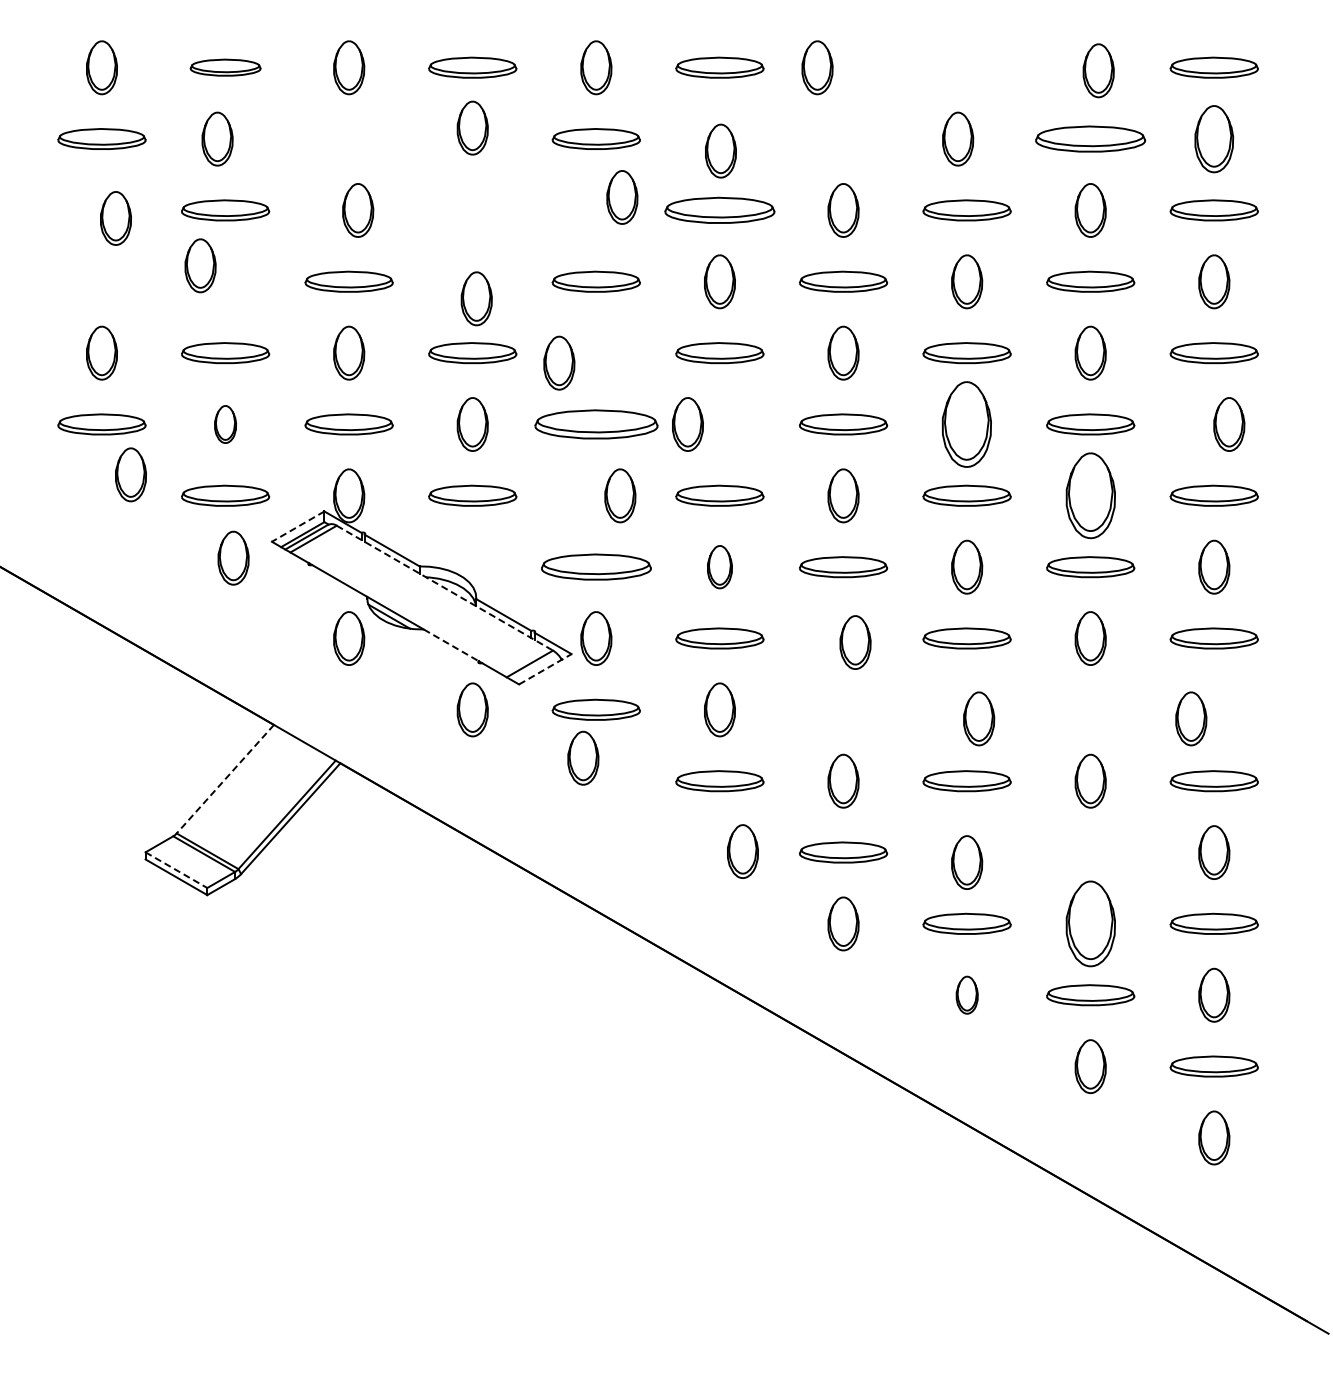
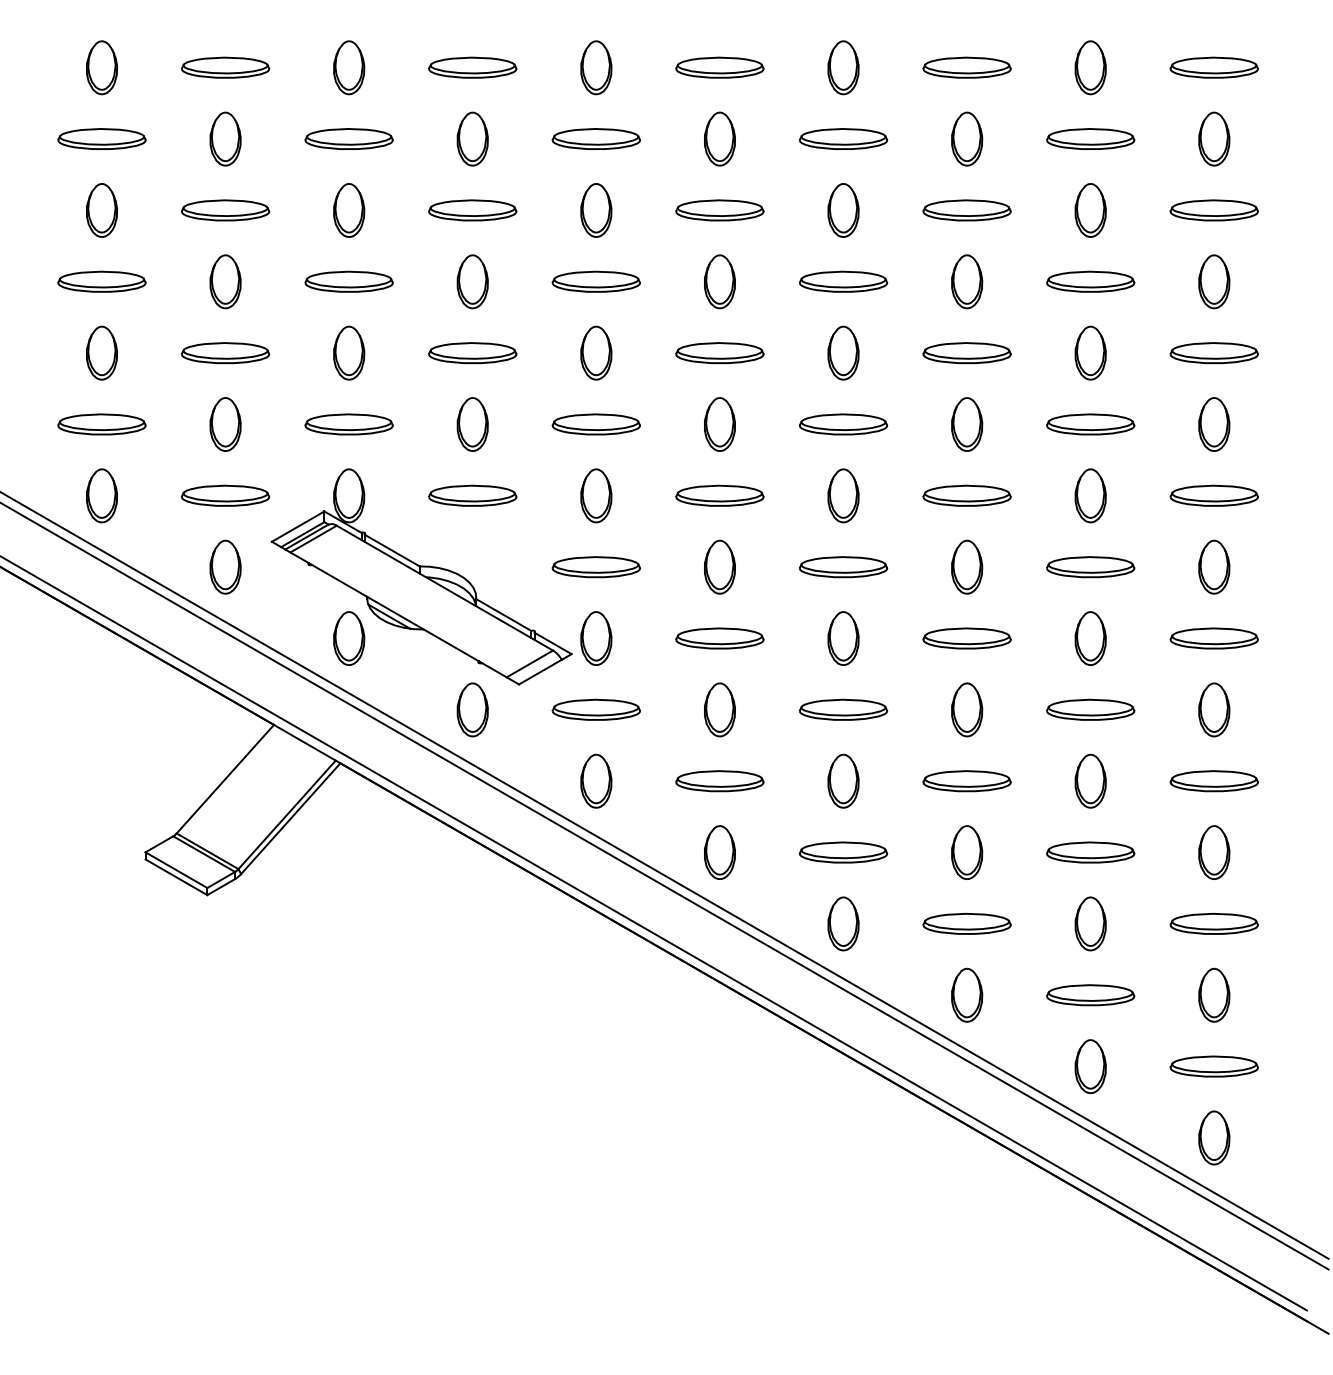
part at (225, 67) size: 73x19 px -> 90x23 px
part at (817, 67) position: (817, 67) -> (843, 67)
part at (966, 67): none -> present
part at (1098, 70) position: (1098, 70) -> (1090, 67)
part at (472, 127) position: (472, 127) -> (472, 138)
part at (217, 138) position: (217, 138) -> (225, 138)
part at (348, 138): none -> present
part at (843, 138): none -> present
part at (958, 138) position: (958, 138) -> (967, 138)
part at (1090, 138) size: 112x28 px -> 90x22 px
part at (1214, 139) size: 41x69 px -> 33x56 px
part at (720, 150) position: (720, 150) -> (719, 138)
part at (622, 197) position: (622, 197) -> (596, 210)
part at (719, 209) size: 112x28 px -> 90x23 px
part at (358, 210) position: (358, 210) -> (349, 210)
part at (472, 210): none -> present
part at (115, 218) position: (115, 218) -> (101, 210)
part at (200, 265) position: (200, 265) -> (225, 281)
part at (101, 281): none -> present
part at (476, 298) position: (476, 298) -> (472, 281)
part at (559, 362) position: (559, 362) -> (596, 352)
part at (225, 424) size: 23x39 px -> 33x55 px
part at (596, 424) size: 125x31 px -> 90x23 px
part at (687, 424) position: (687, 424) -> (719, 424)
part at (966, 424) size: 51x87 px -> 33x55 px
part at (1229, 424) position: (1229, 424) -> (1214, 424)
part at (130, 474) position: (130, 474) -> (101, 495)
part at (620, 495) position: (620, 495) -> (596, 495)
part at (1090, 495) size: 51x88 px -> 33x56 px
line at (297, 526): dashed -> solid
part at (233, 557) position: (233, 557) -> (225, 566)
part at (596, 566) size: 111x28 px -> 90x23 px
part at (719, 567) size: 26x45 px -> 32x56 px
line at (444, 588): dashed -> solid
part at (855, 642) position: (855, 642) -> (843, 638)
line at (451, 645): dashed -> solid
line at (545, 669): dashed -> solid
part at (843, 709): none -> present
part at (1090, 709): none -> present
part at (979, 718) position: (979, 718) -> (967, 709)
part at (1191, 718) position: (1191, 718) -> (1214, 709)
part at (583, 757) position: (583, 757) -> (596, 780)
line at (225, 779): dashed -> solid
part at (742, 851) position: (742, 851) -> (719, 852)
part at (1090, 852): none -> present
part at (967, 862) position: (967, 862) -> (967, 852)
line at (176, 870): dashed -> solid
line at (665, 875): none -> present
line at (665, 886): none -> present
part at (1090, 923) size: 51x88 px -> 33x56 px
line at (654, 933): none -> present
part at (966, 994) size: 24x40 px -> 33x56 px
